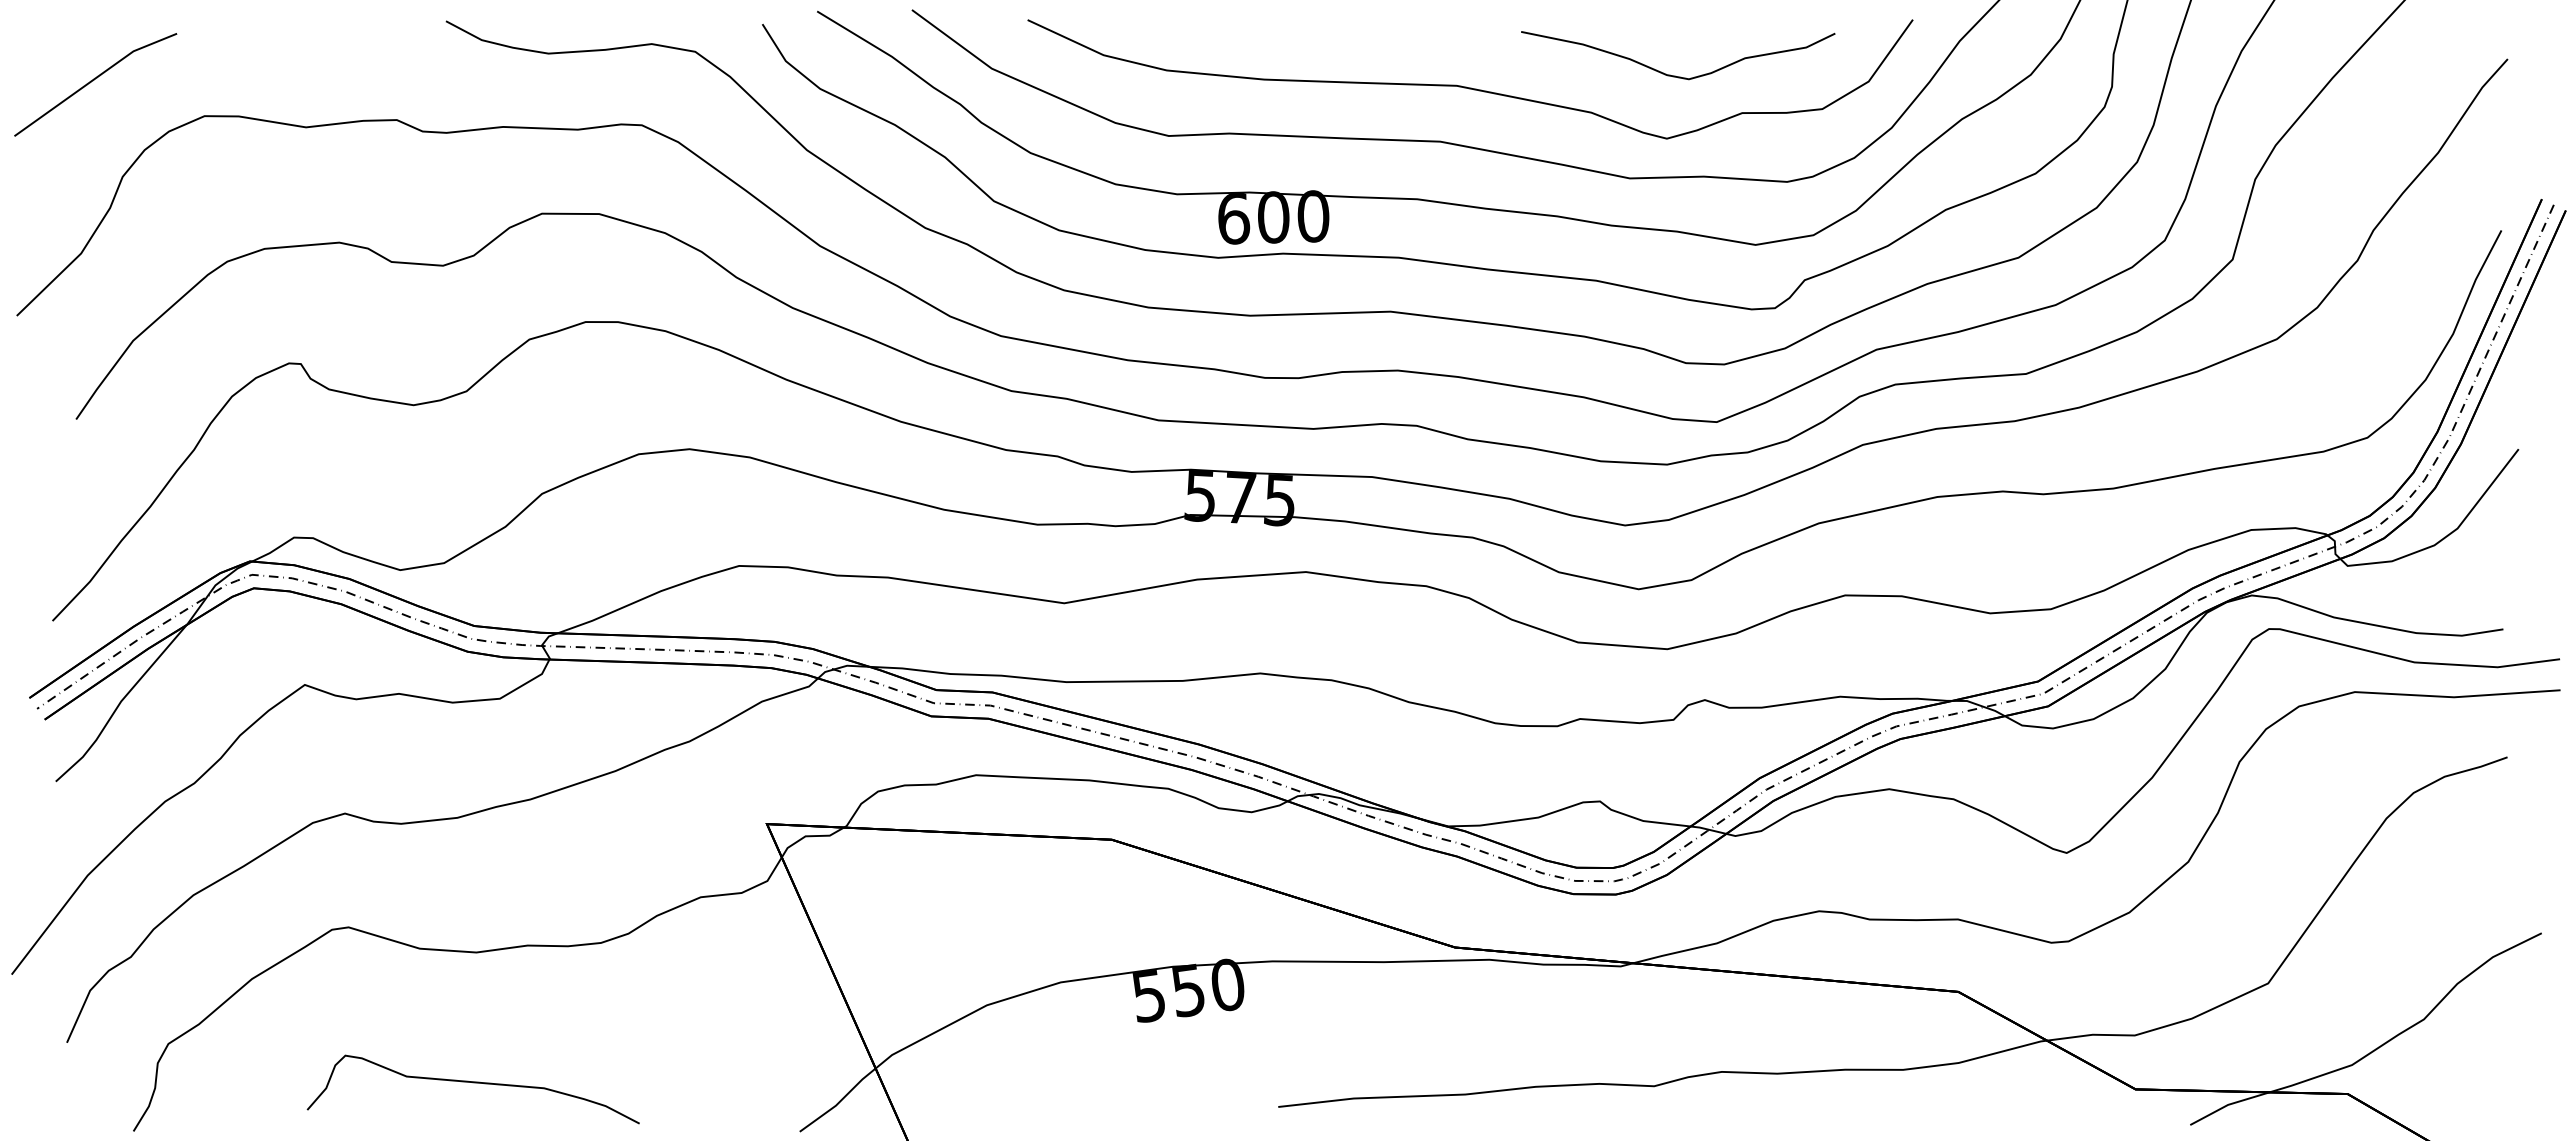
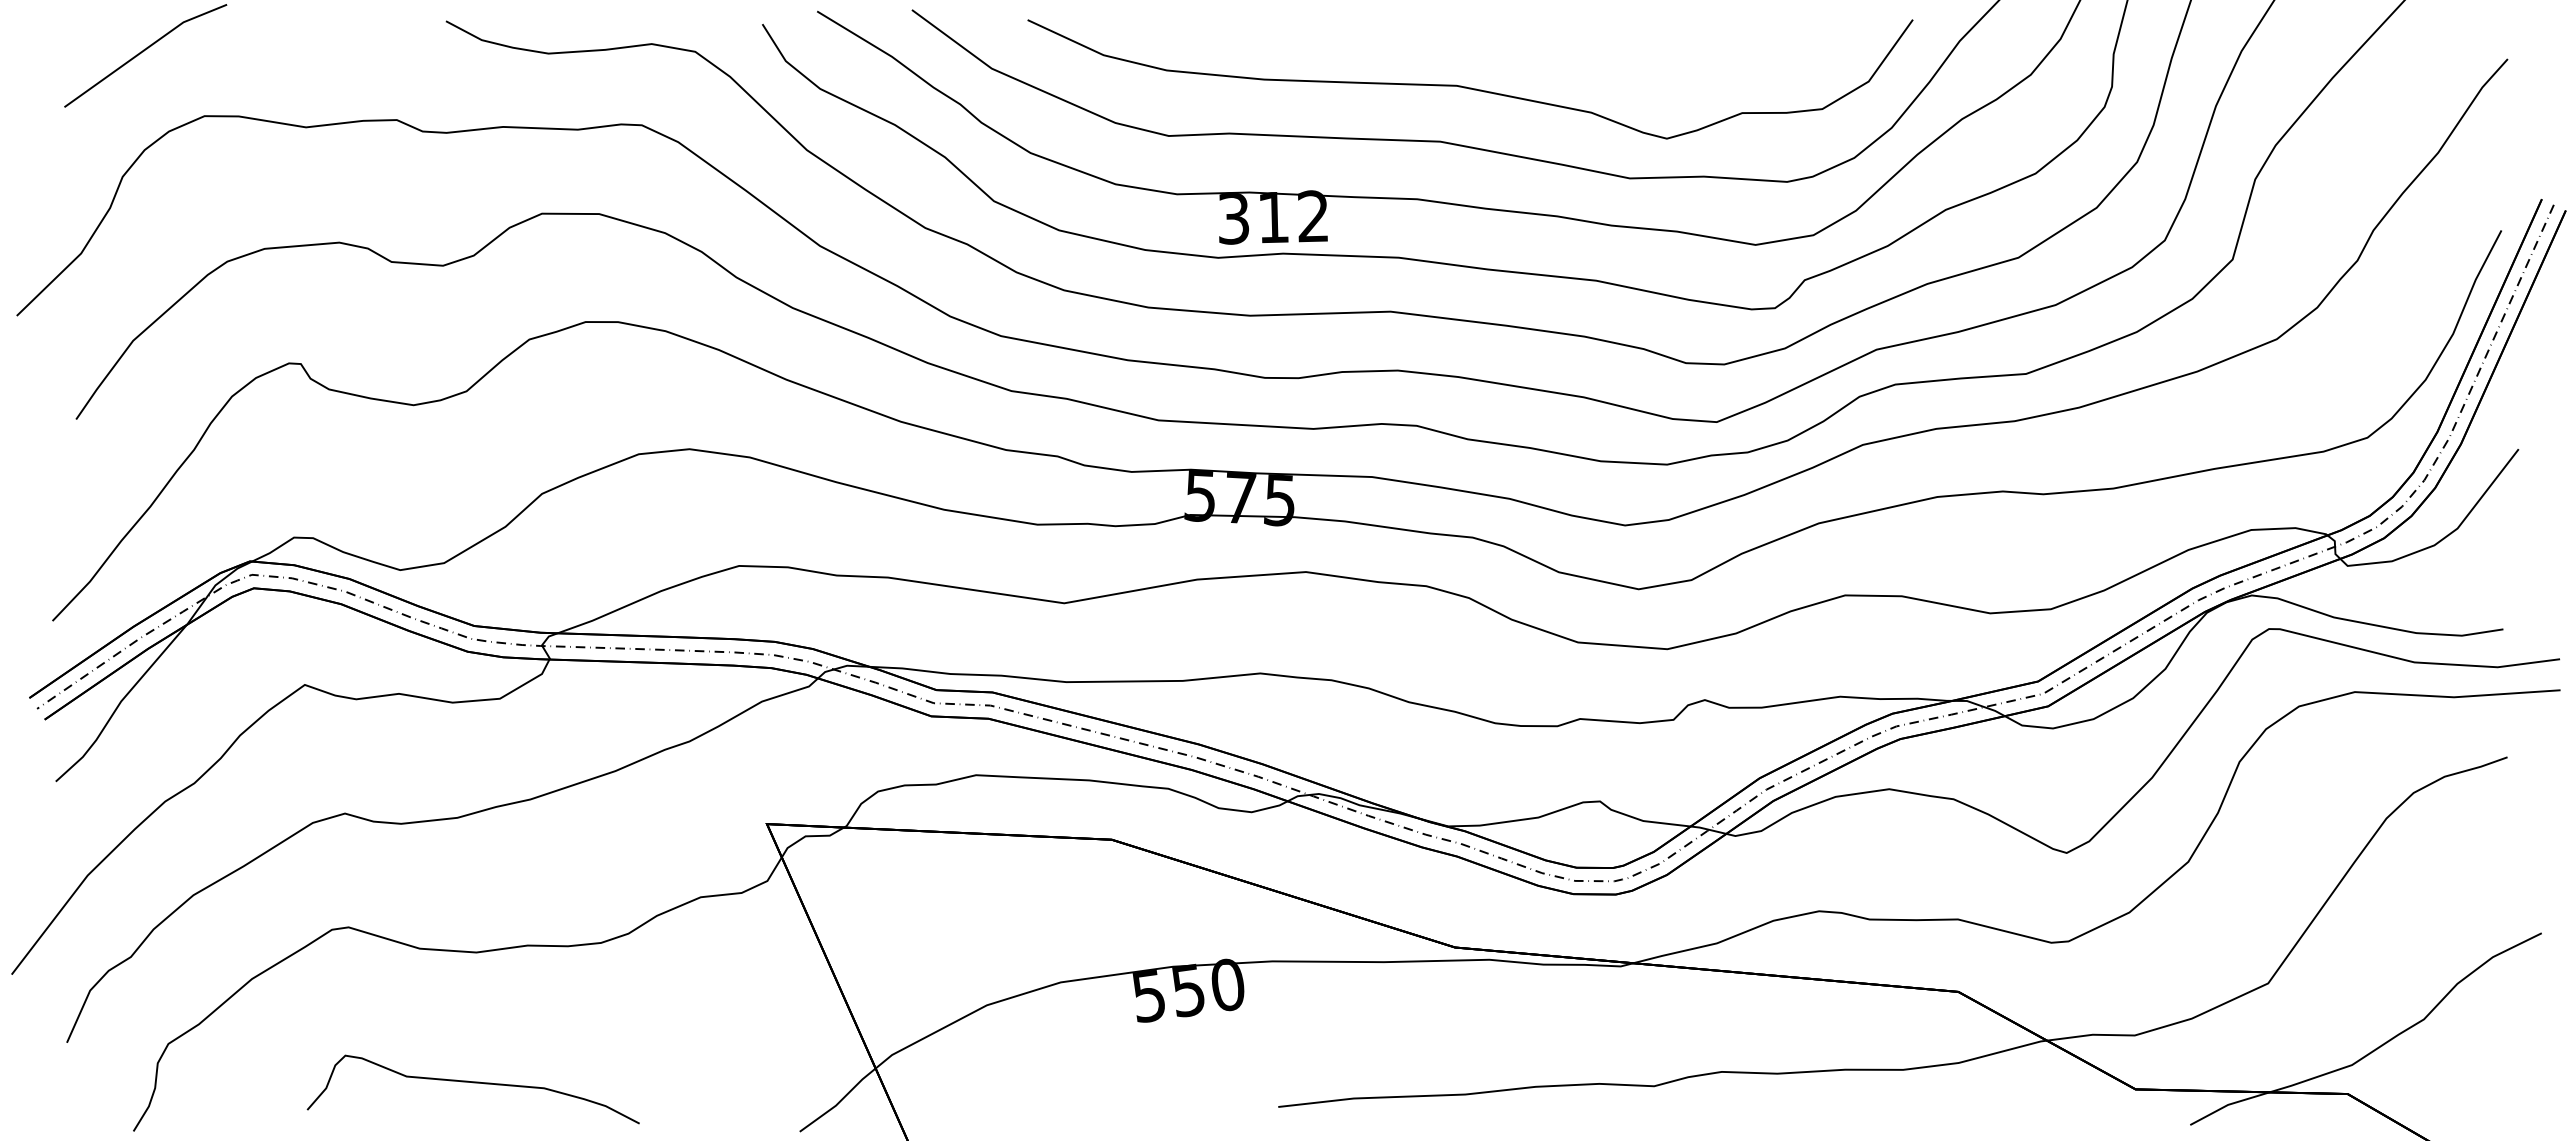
curve at (1675, 75): present -> none
line at (94, 80) position: (94, 80) -> (144, 51)
text at (1273, 217): 600 -> 312
